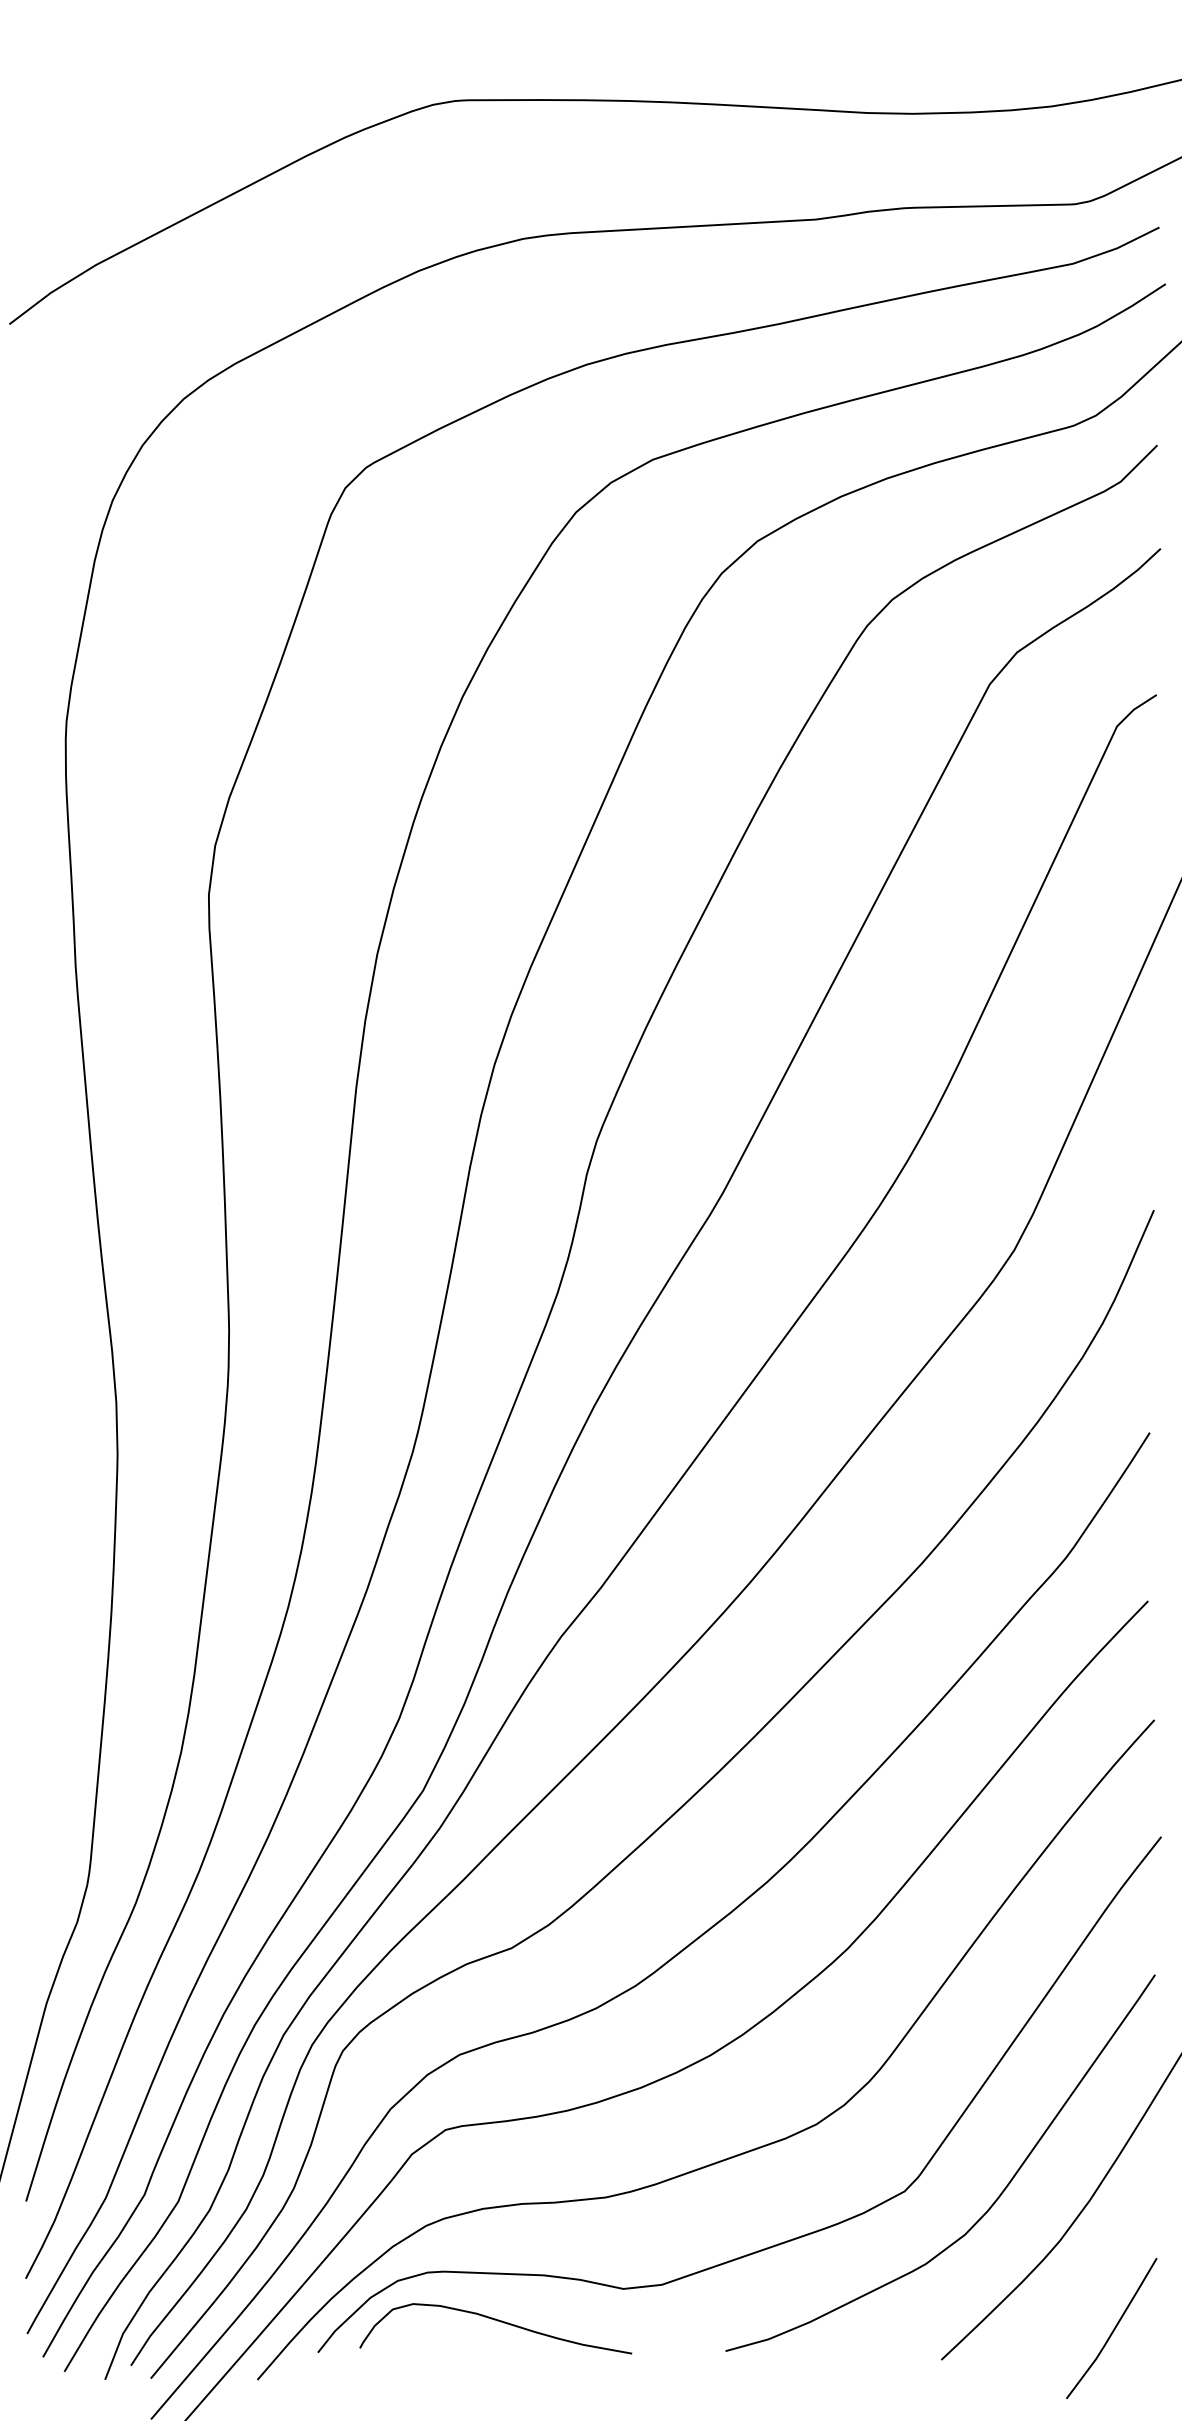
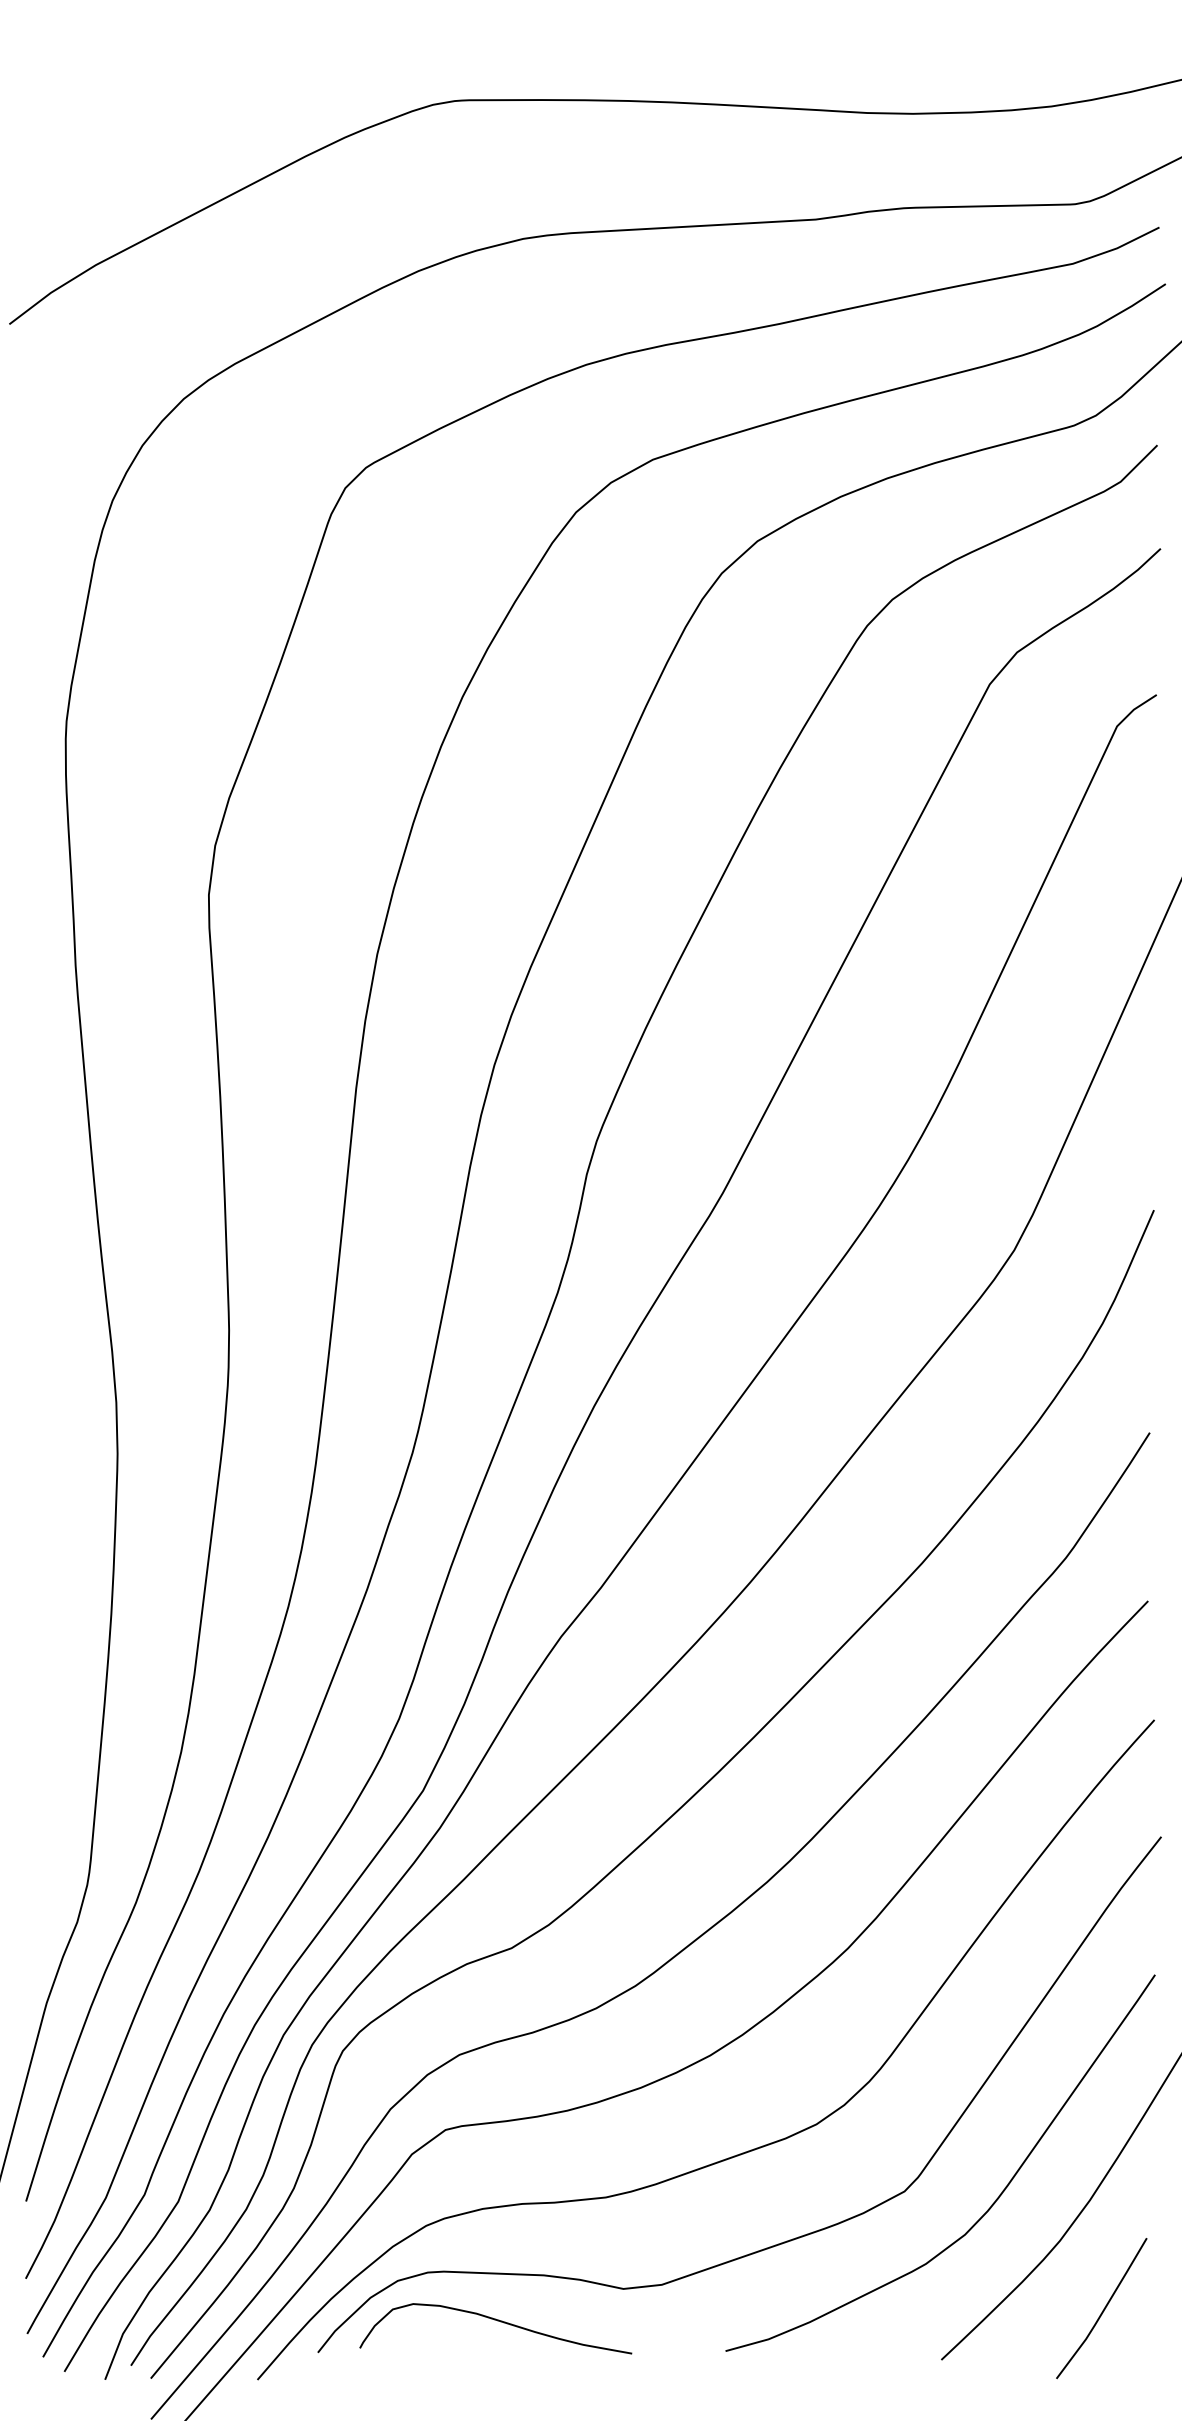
curve at (1113, 2328) position: (1113, 2328) -> (1103, 2308)
